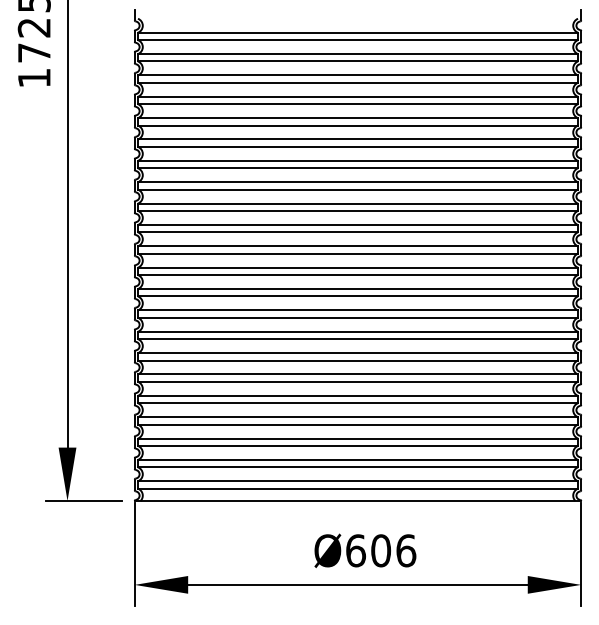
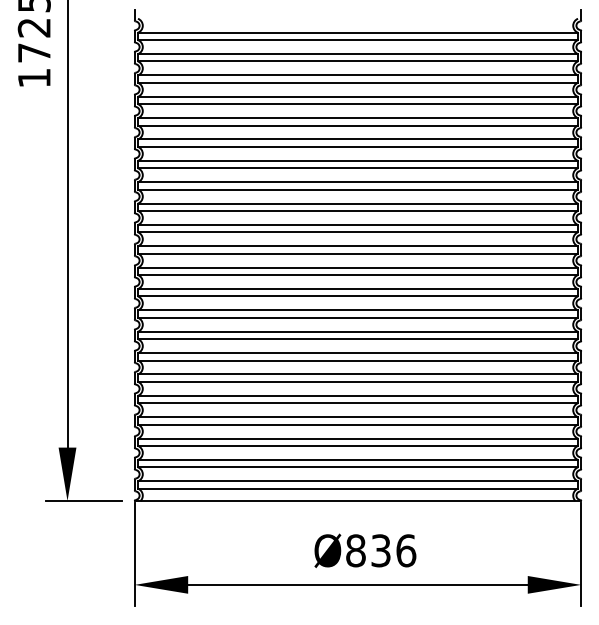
text at (368, 550): Ø606 -> Ø836
